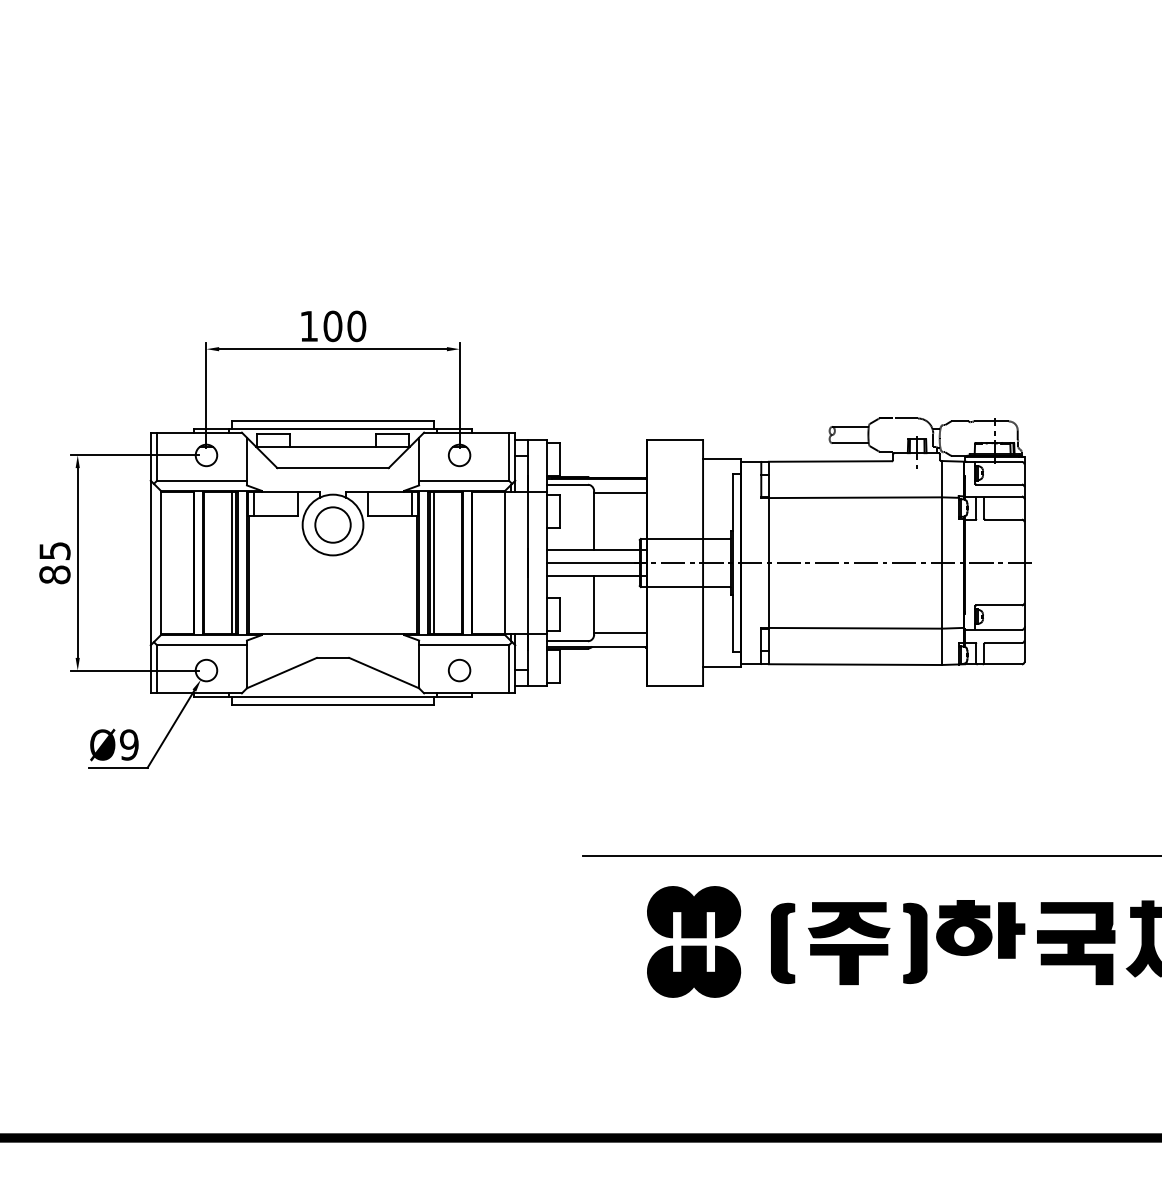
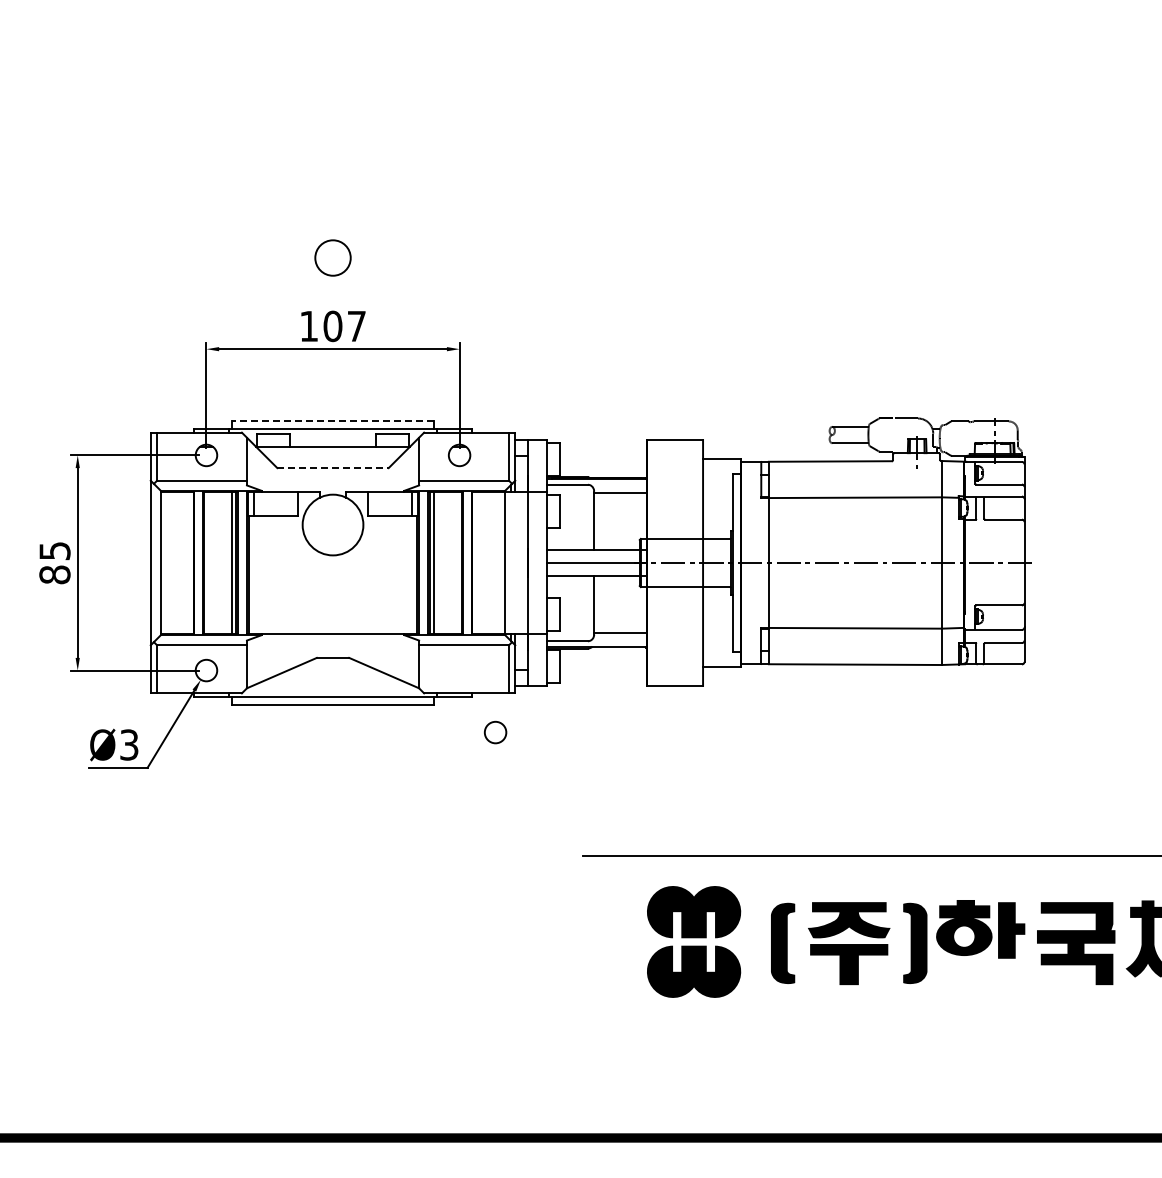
text at (356, 326): 100 -> 107
line at (332, 421): solid -> dashed
line at (333, 468): solid -> dashed
circle at (332, 524) position: (332, 524) -> (332, 257)
circle at (459, 670) position: (459, 670) -> (495, 732)
text at (128, 744): Ø9 -> Ø3
